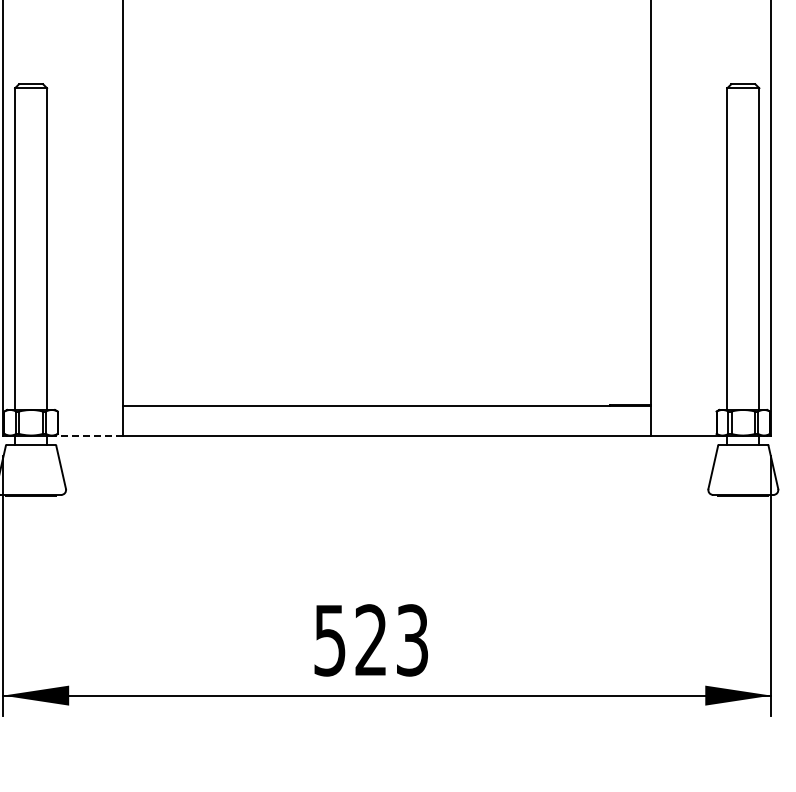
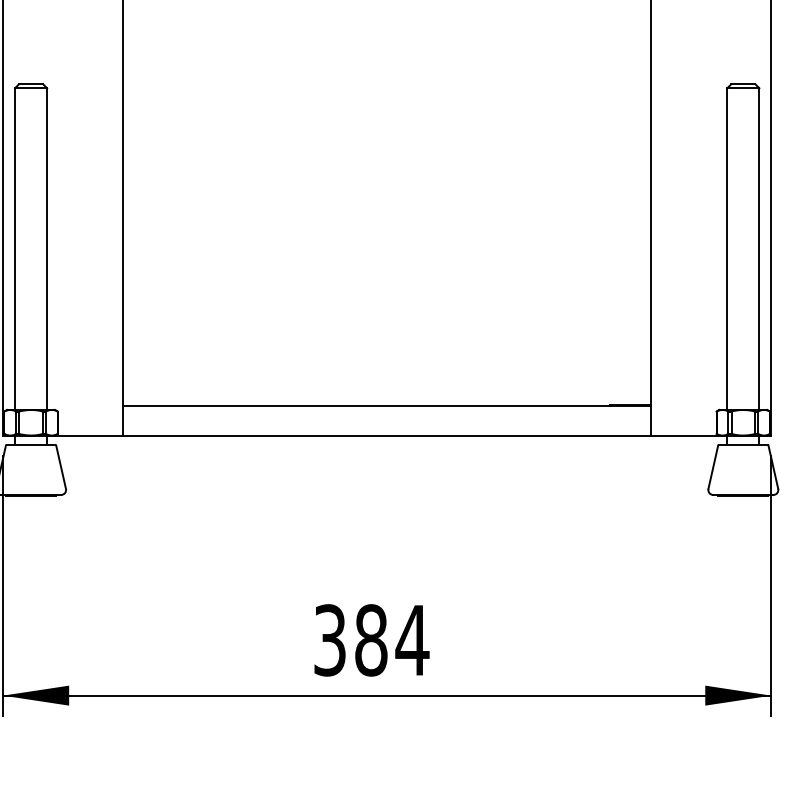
line at (88, 435): dashed -> solid
text at (371, 640): 523 -> 384
